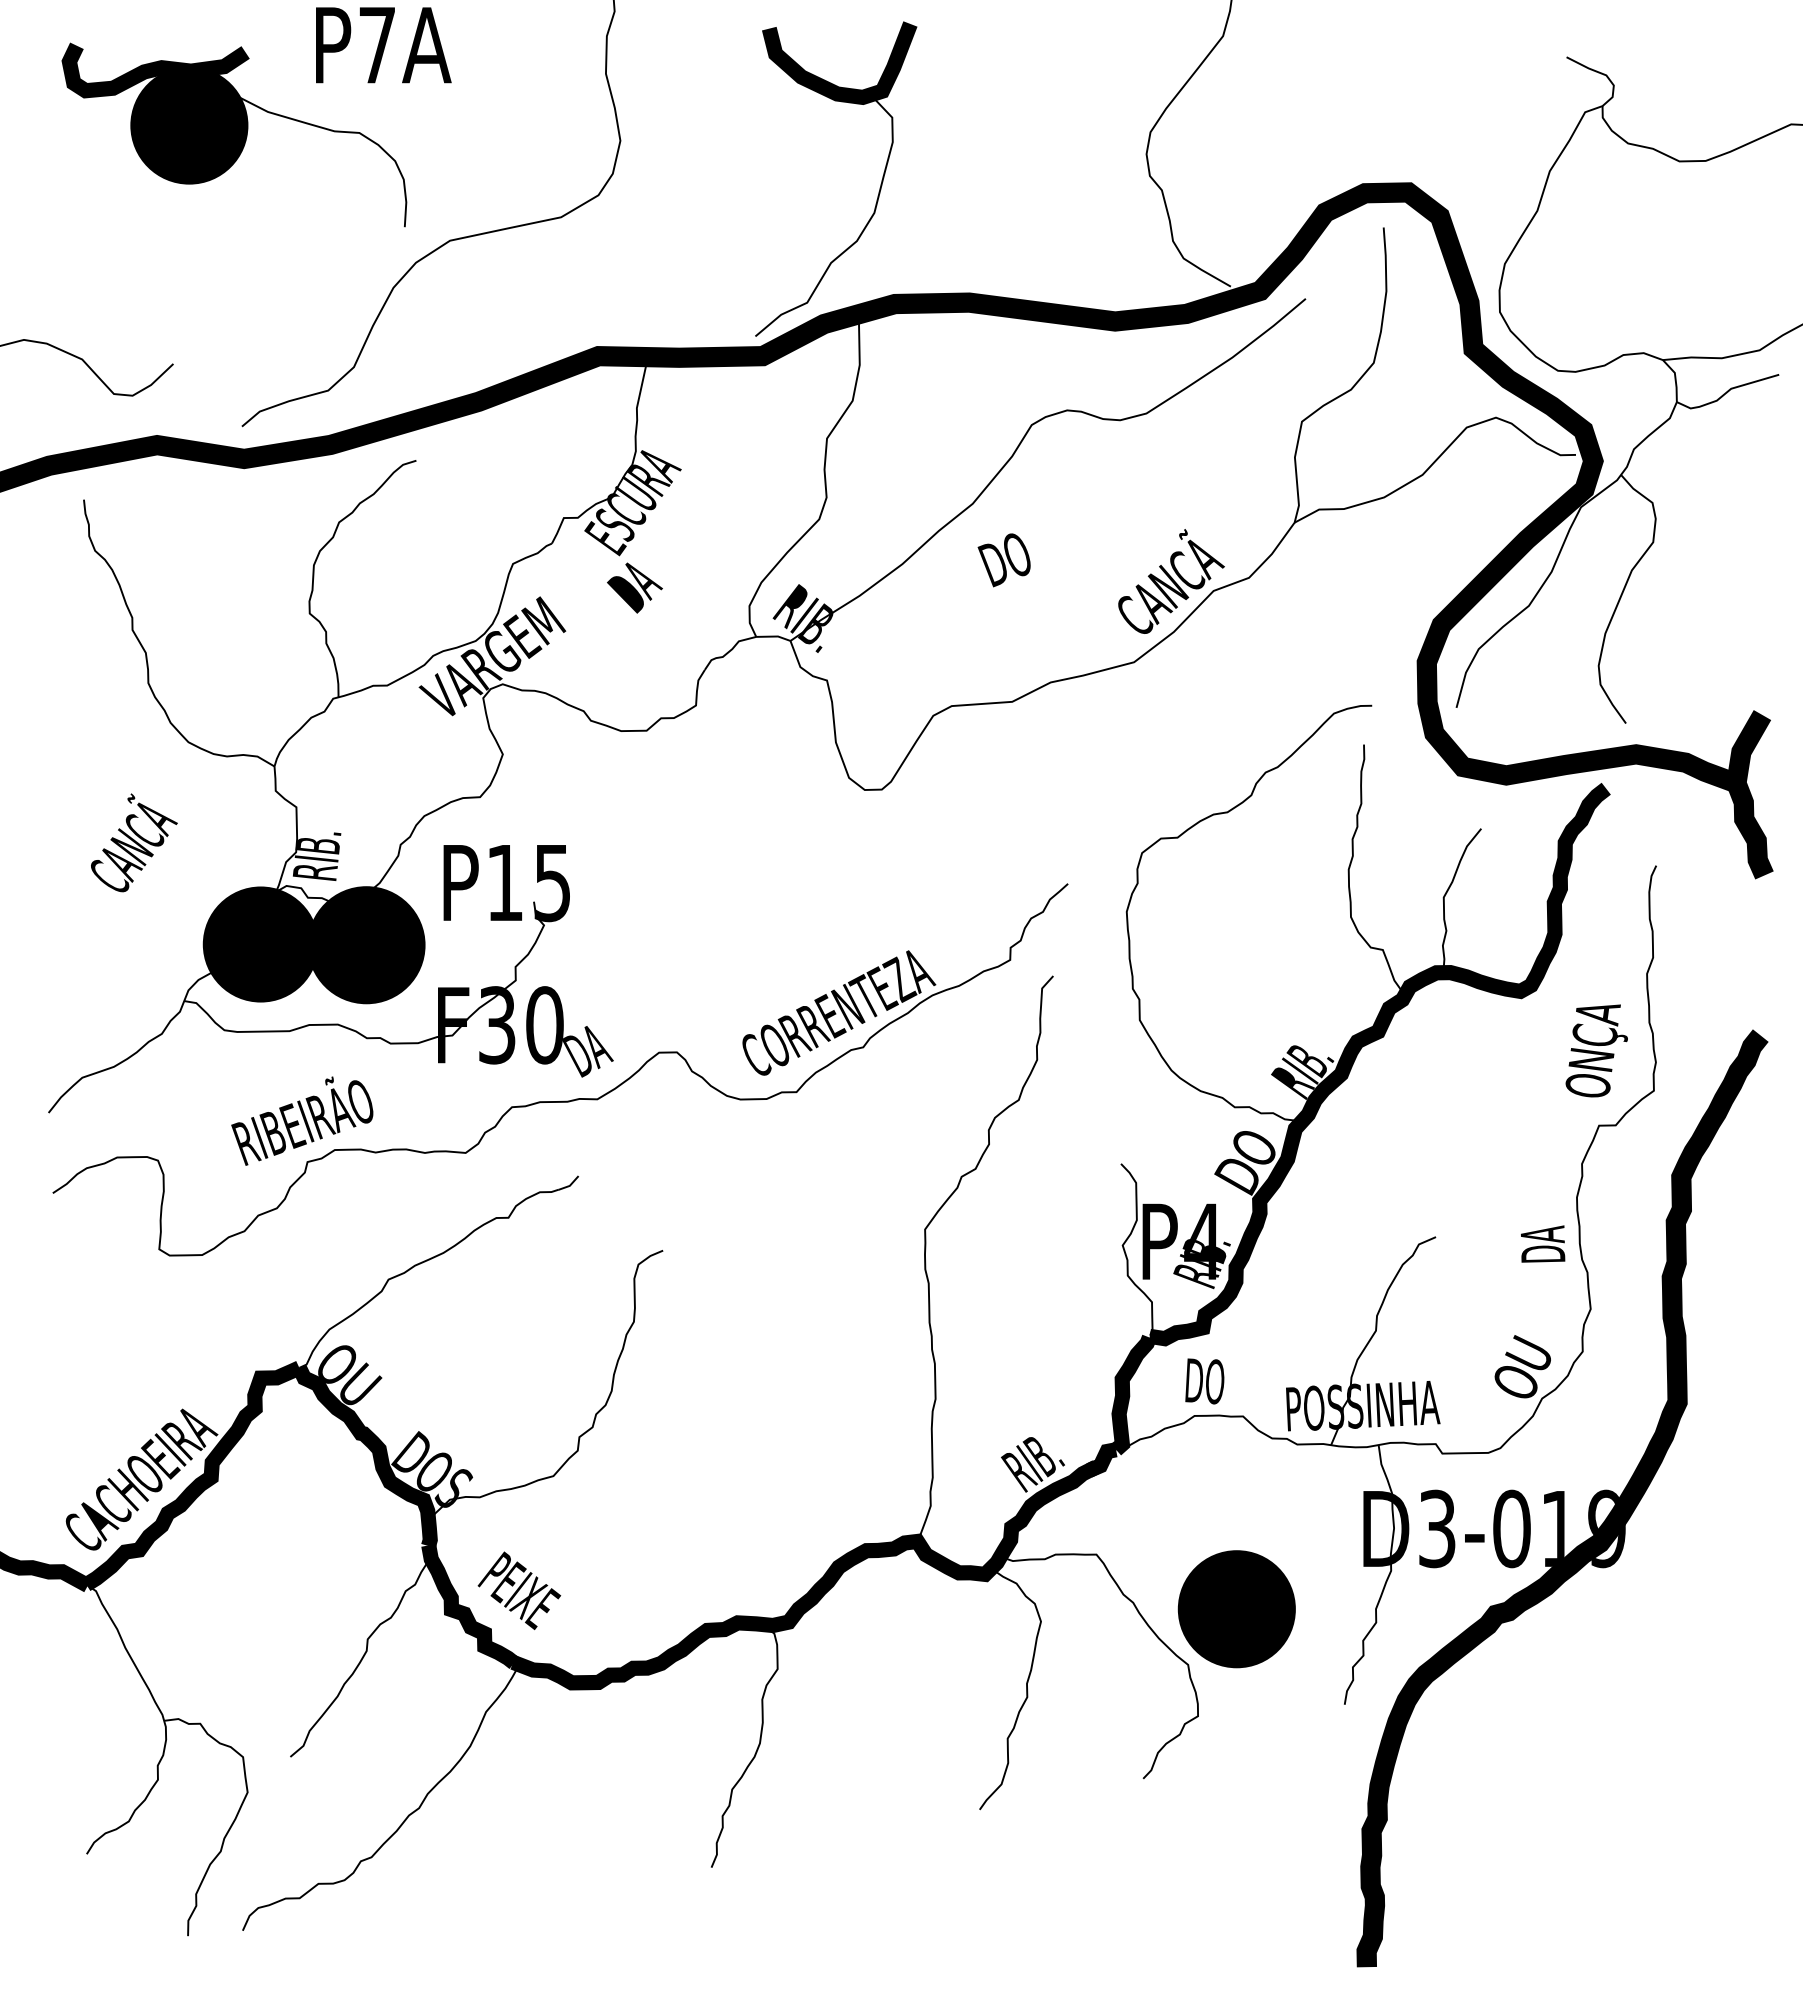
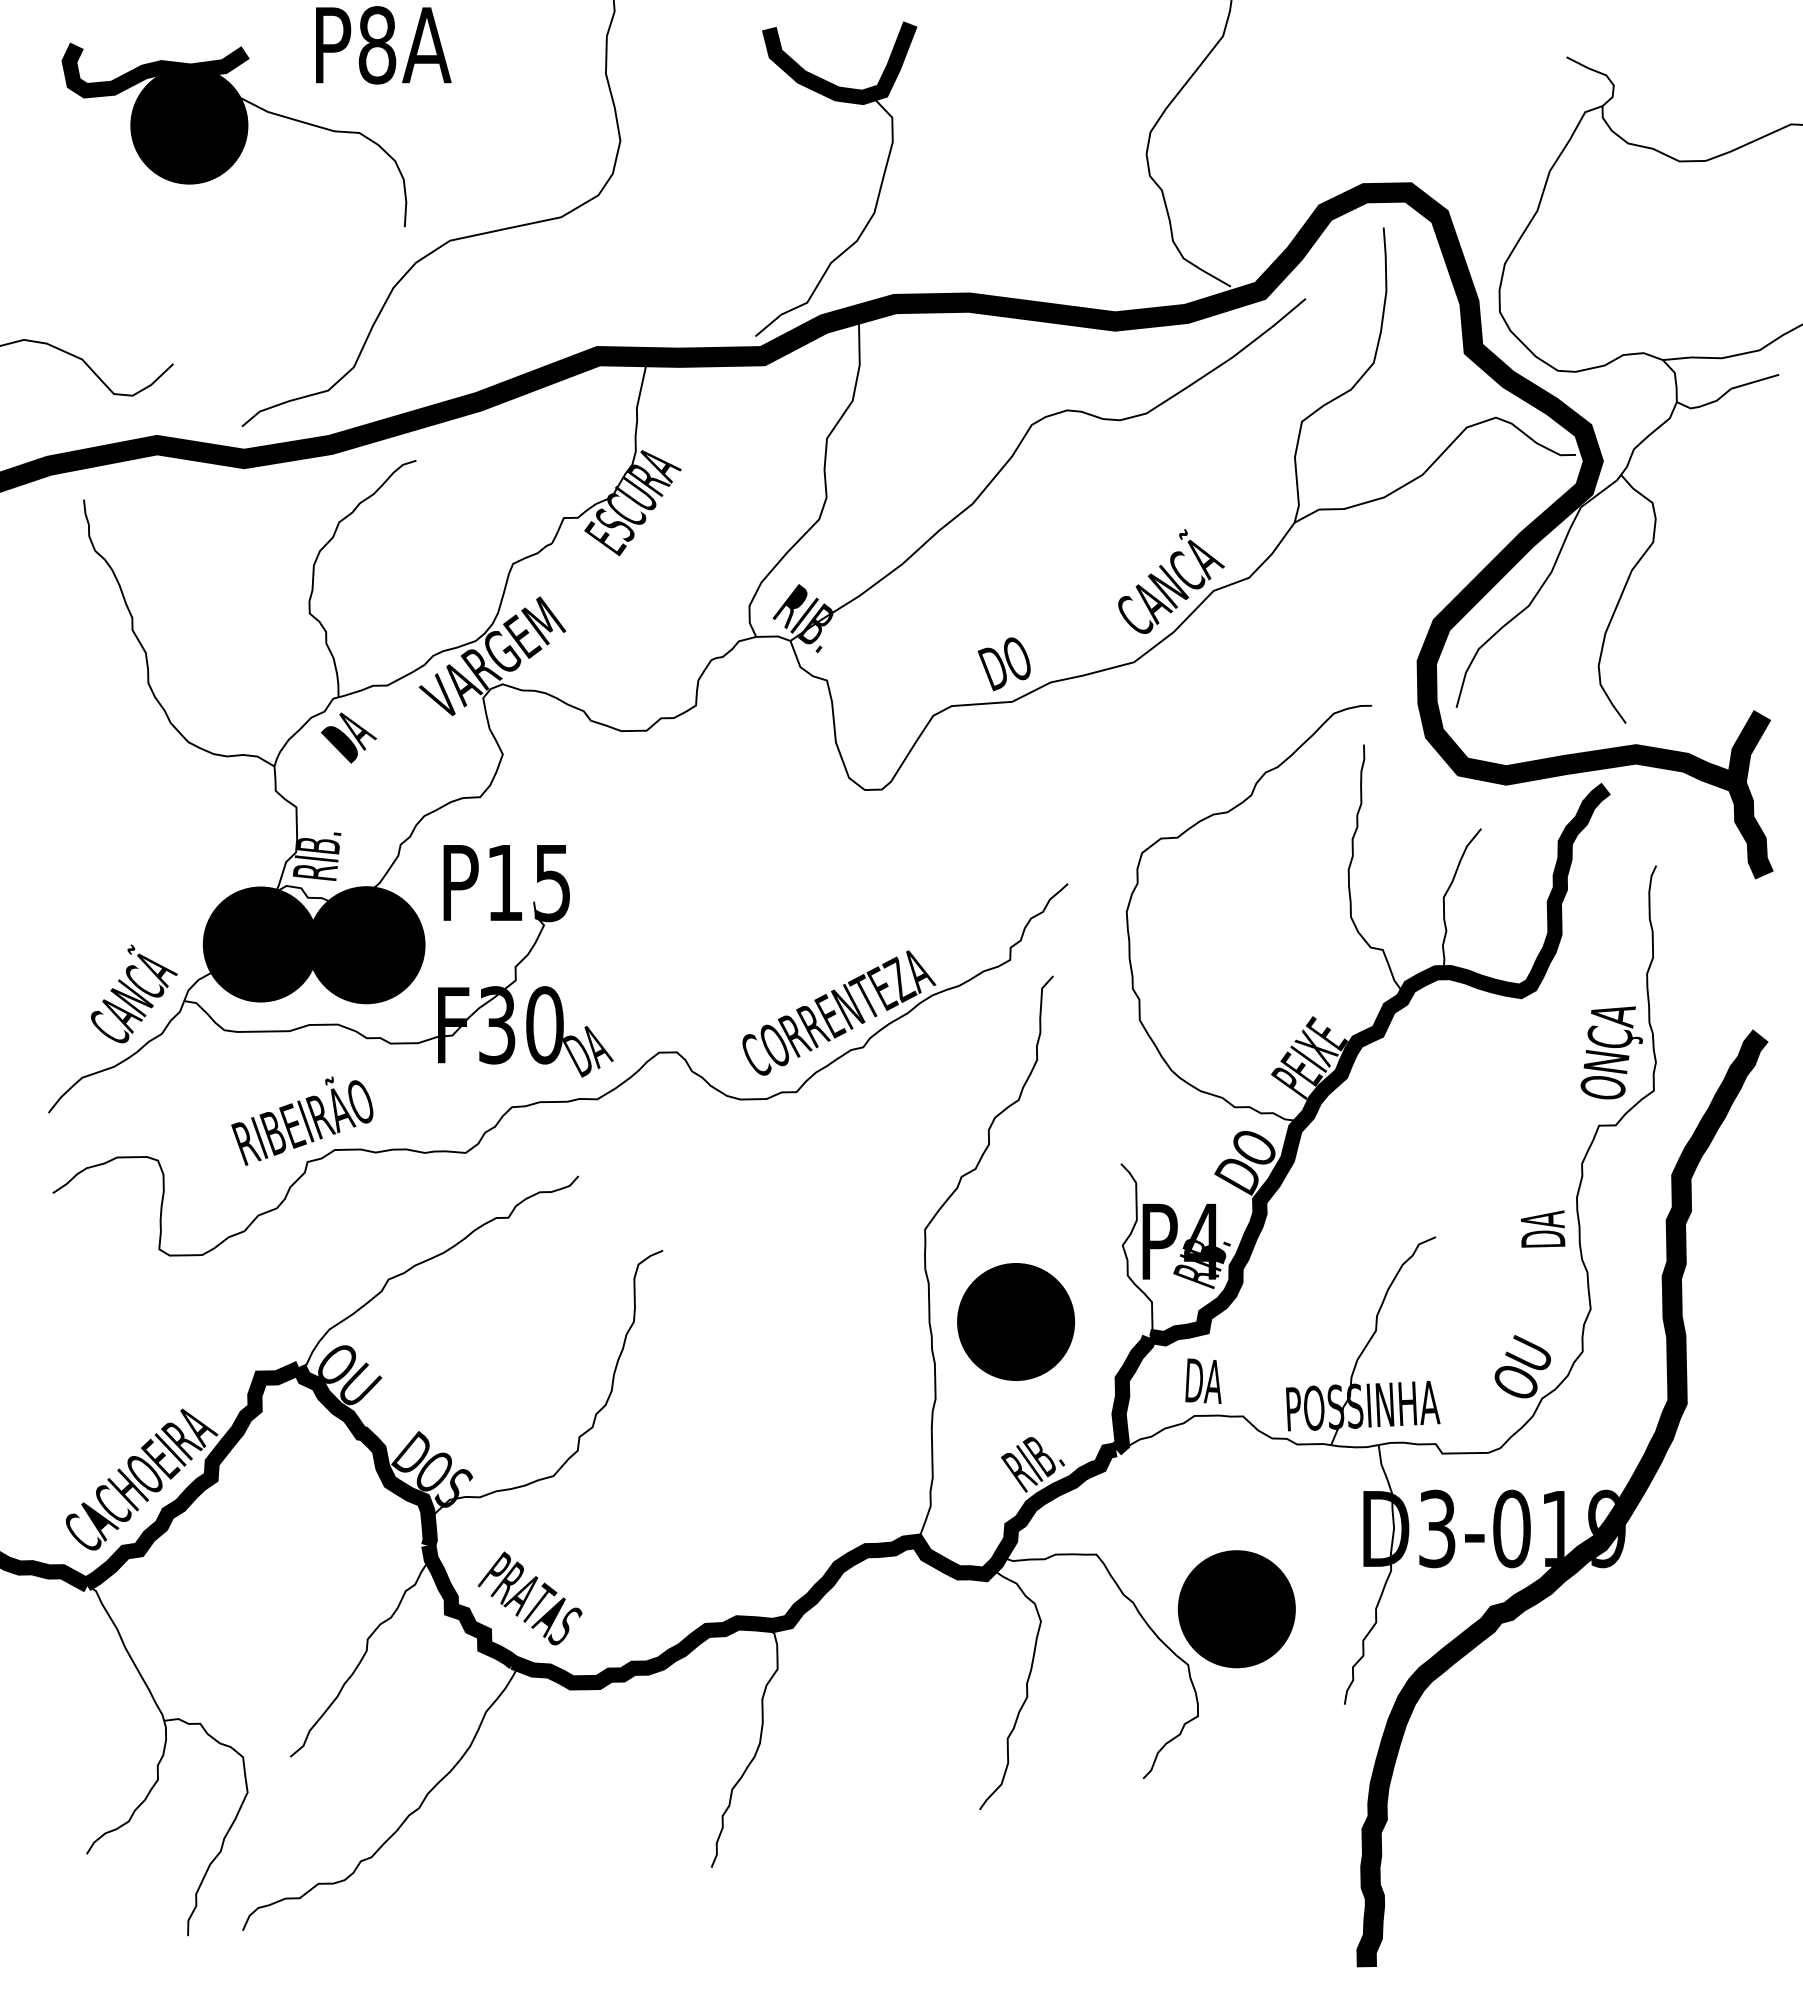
text at (377, 45): P7A -> P8A
text at (1003, 560) position: (1003, 560) -> (1003, 664)
text at (634, 587) position: (634, 587) -> (348, 737)
text at (134, 842) position: (134, 842) -> (134, 993)
text at (1596, 1050) position: (1596, 1050) -> (1611, 1052)
text at (1312, 1052): RIB. -> PEIXE
text at (1543, 1243) position: (1543, 1243) -> (1543, 1228)
part at (1015, 1321): none -> present
text at (1213, 1381): DO -> DA
text at (537, 1605): PEIXE -> PRATAS
